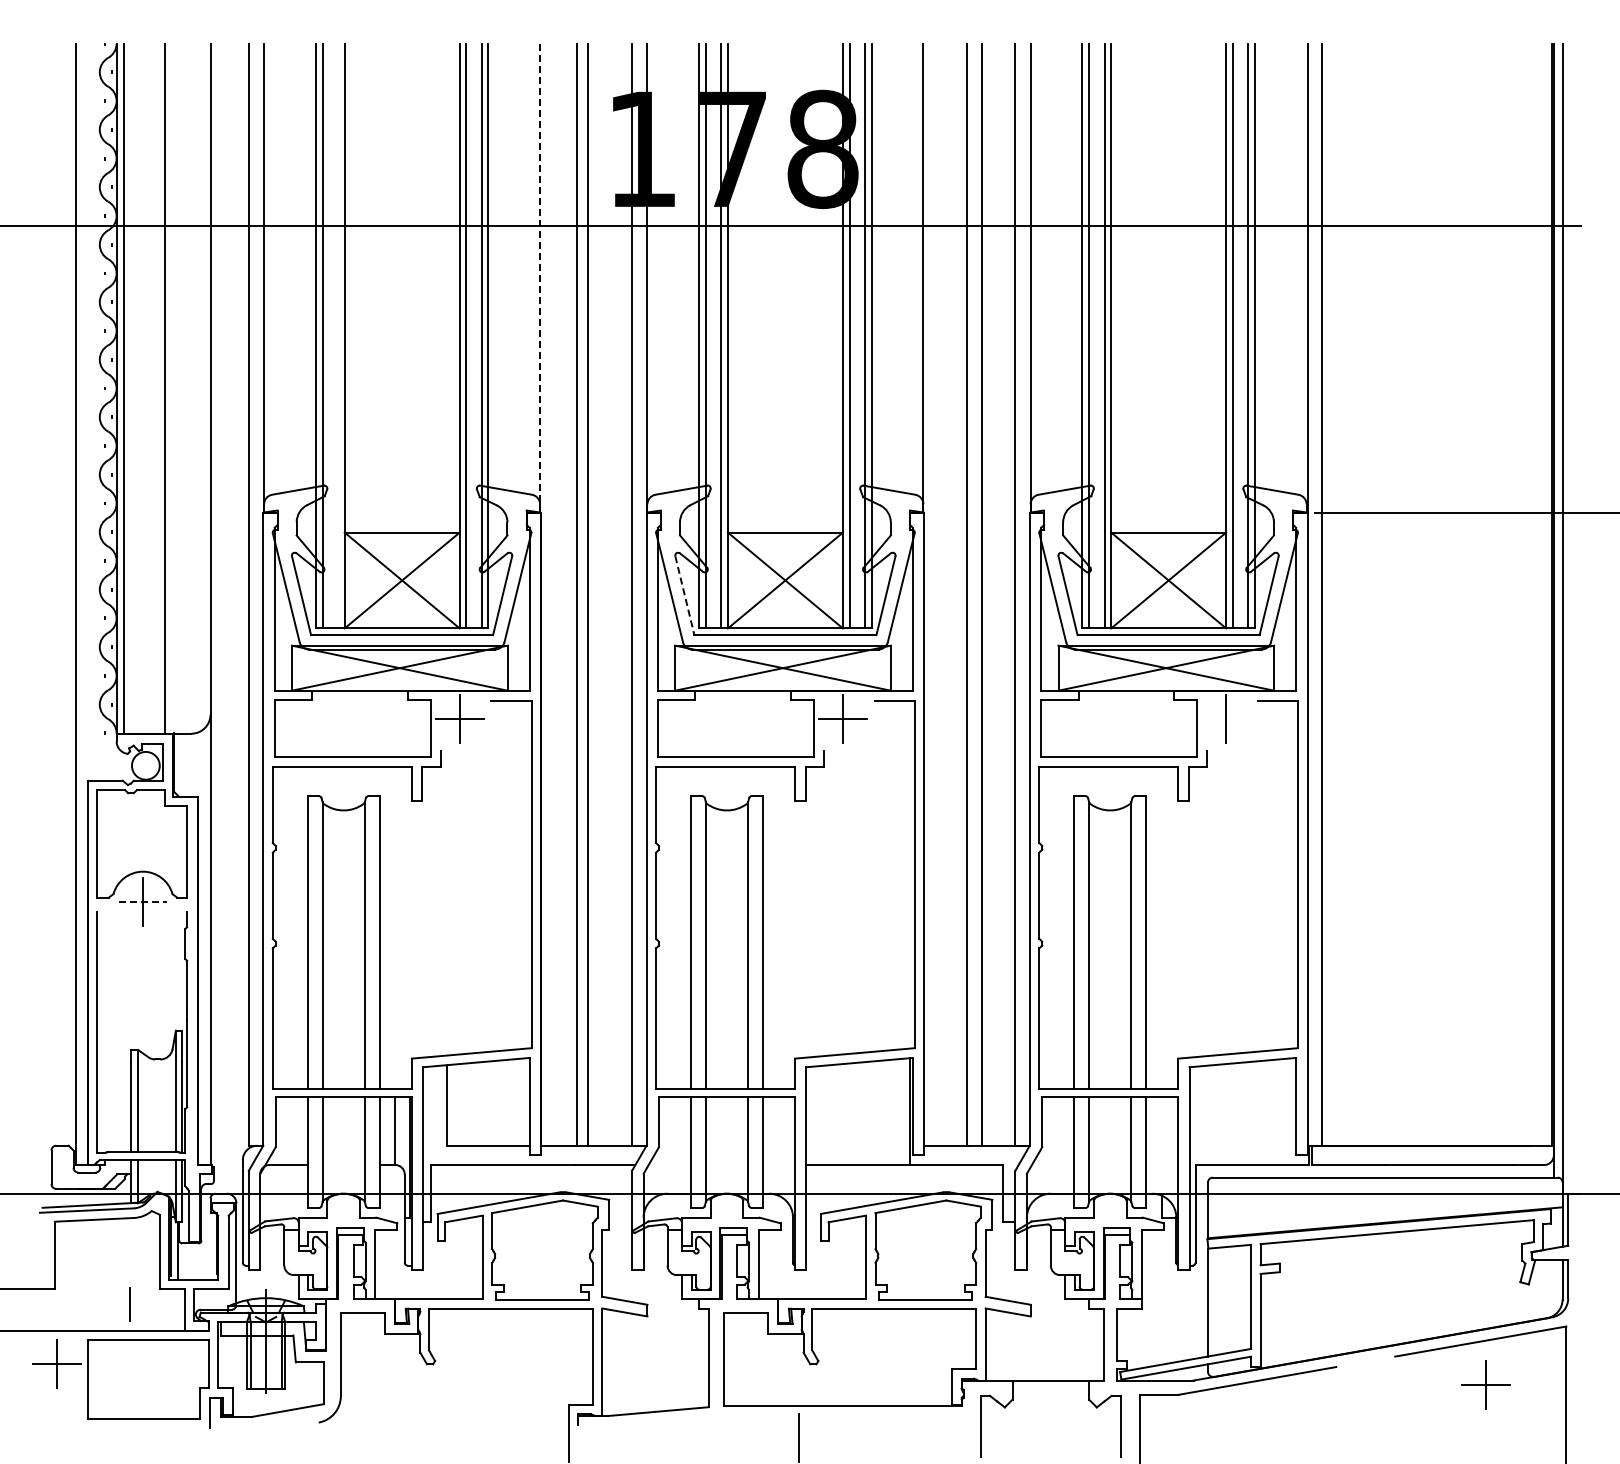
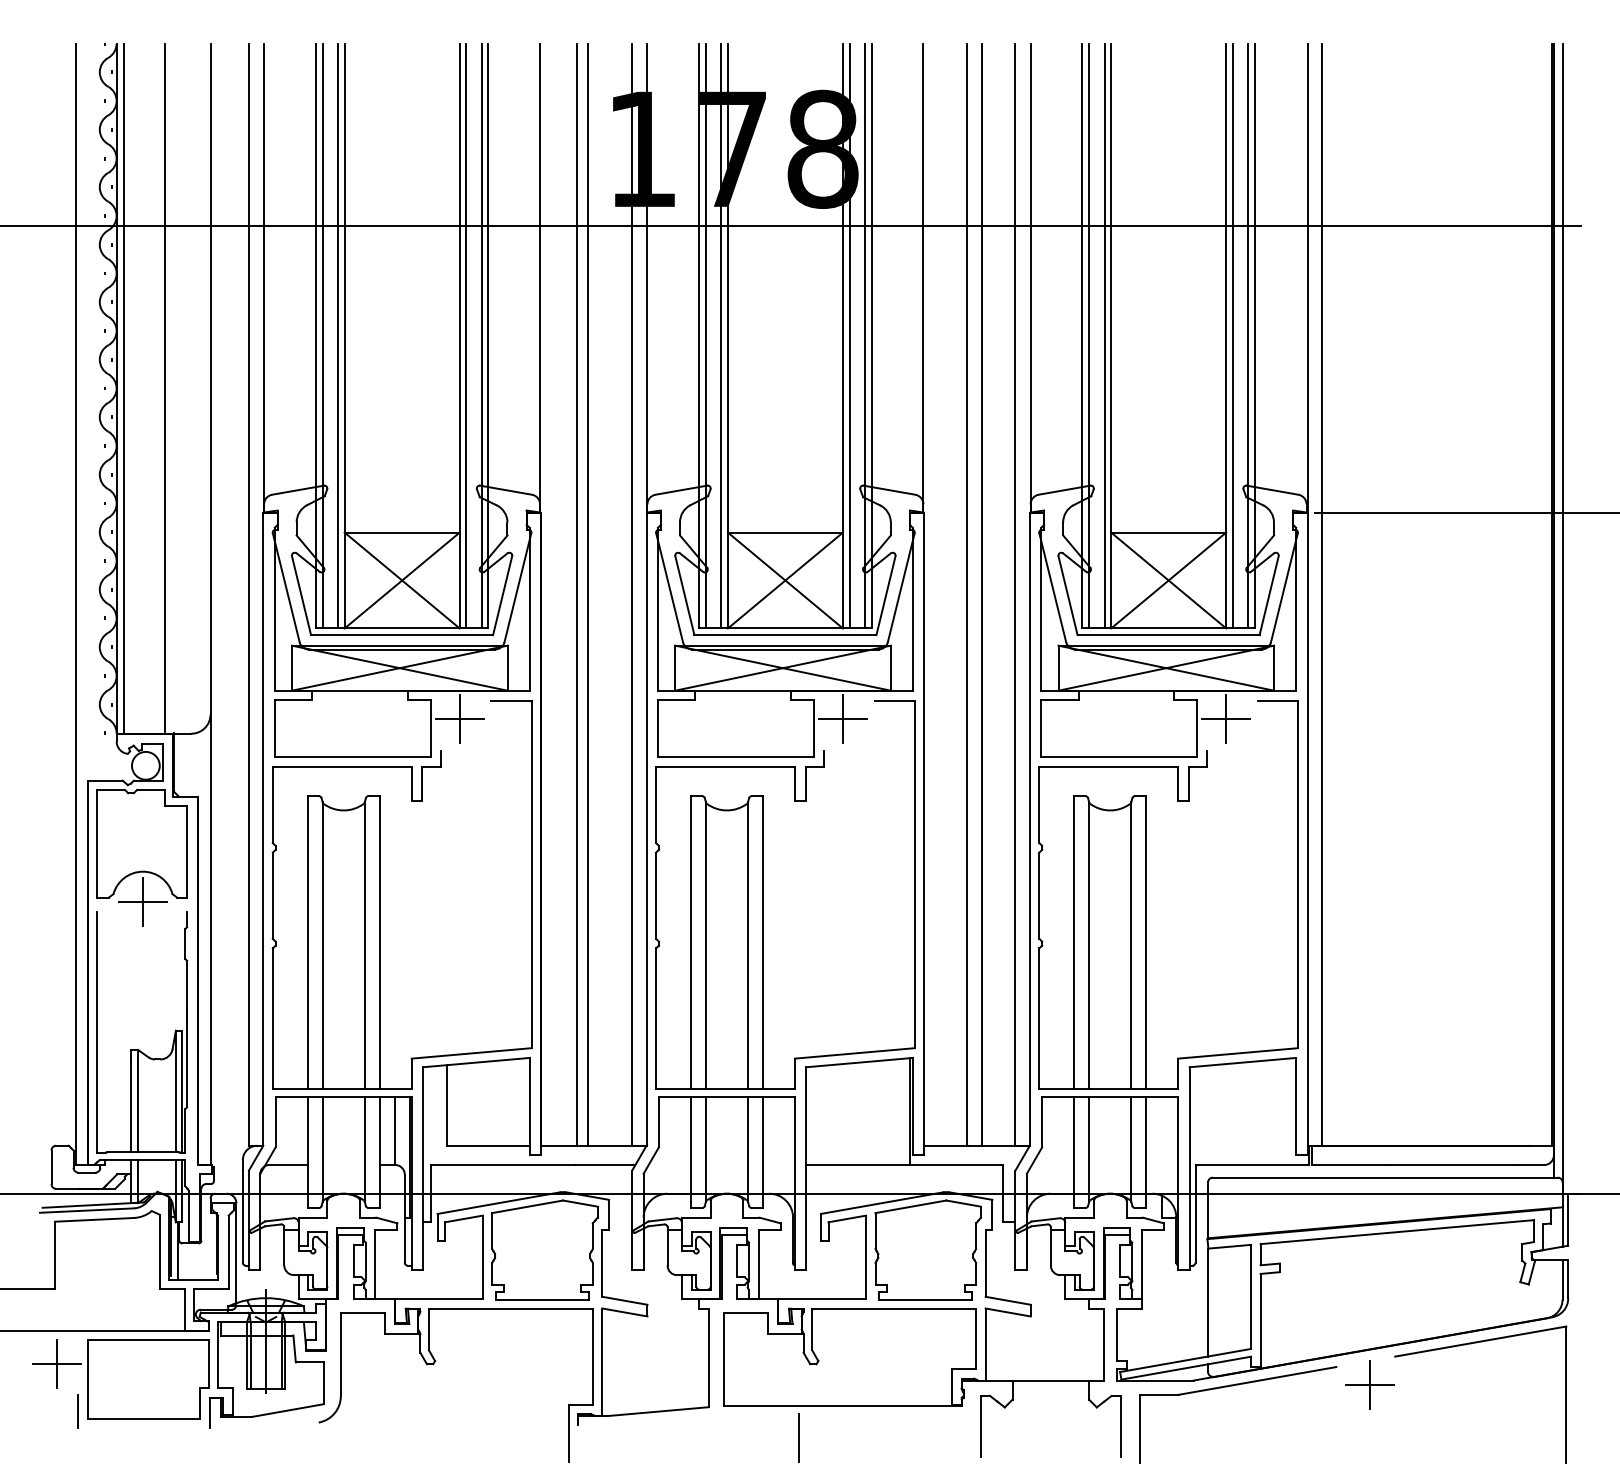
line at (540, 278): dashed -> solid
line at (337, 335): none -> present
line at (684, 595): dashed -> solid
line at (1226, 719): none -> present
line at (143, 902): dashed -> solid
line at (129, 1304) position: (129, 1304) -> (77, 1411)
part at (1485, 1384) position: (1485, 1384) -> (1369, 1384)
